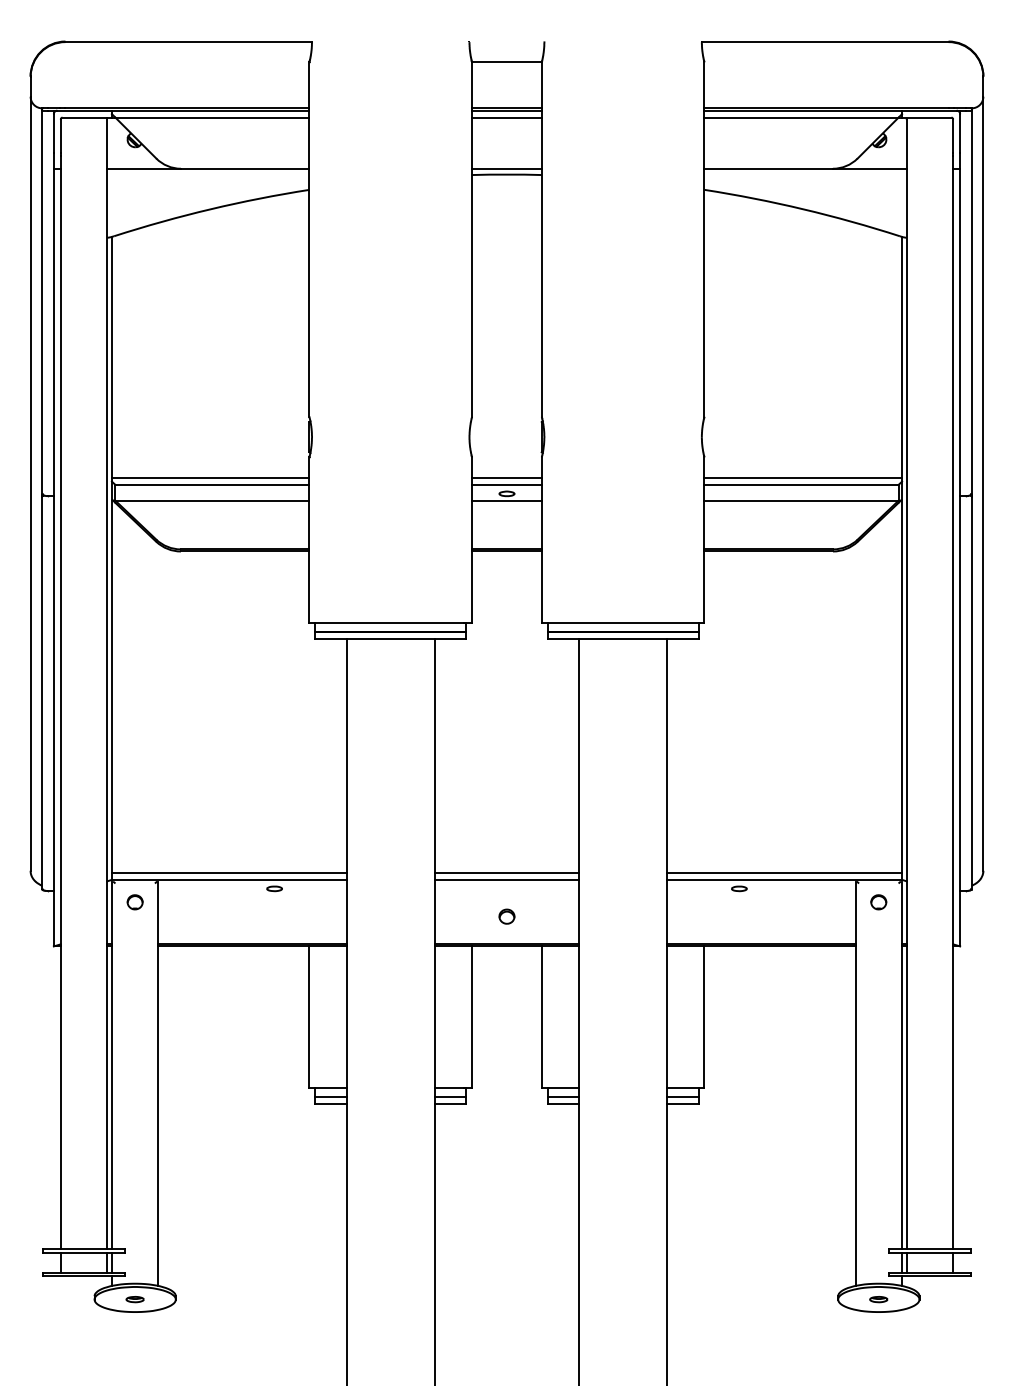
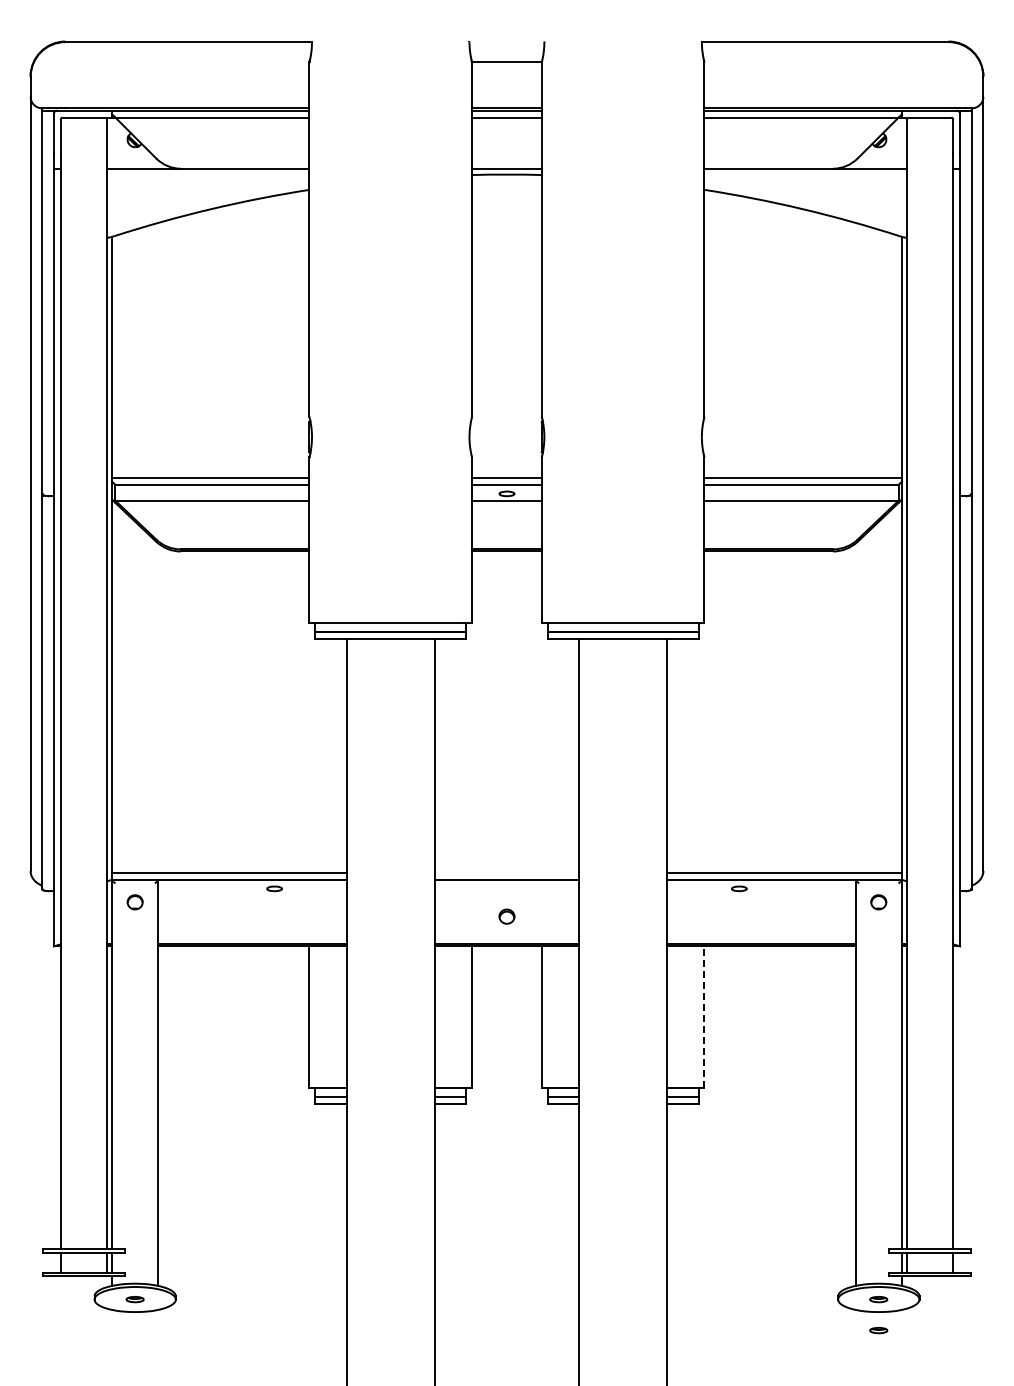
line at (506, 873): present -> none
line at (704, 1017): solid -> dashed
part at (878, 1330): none -> present
